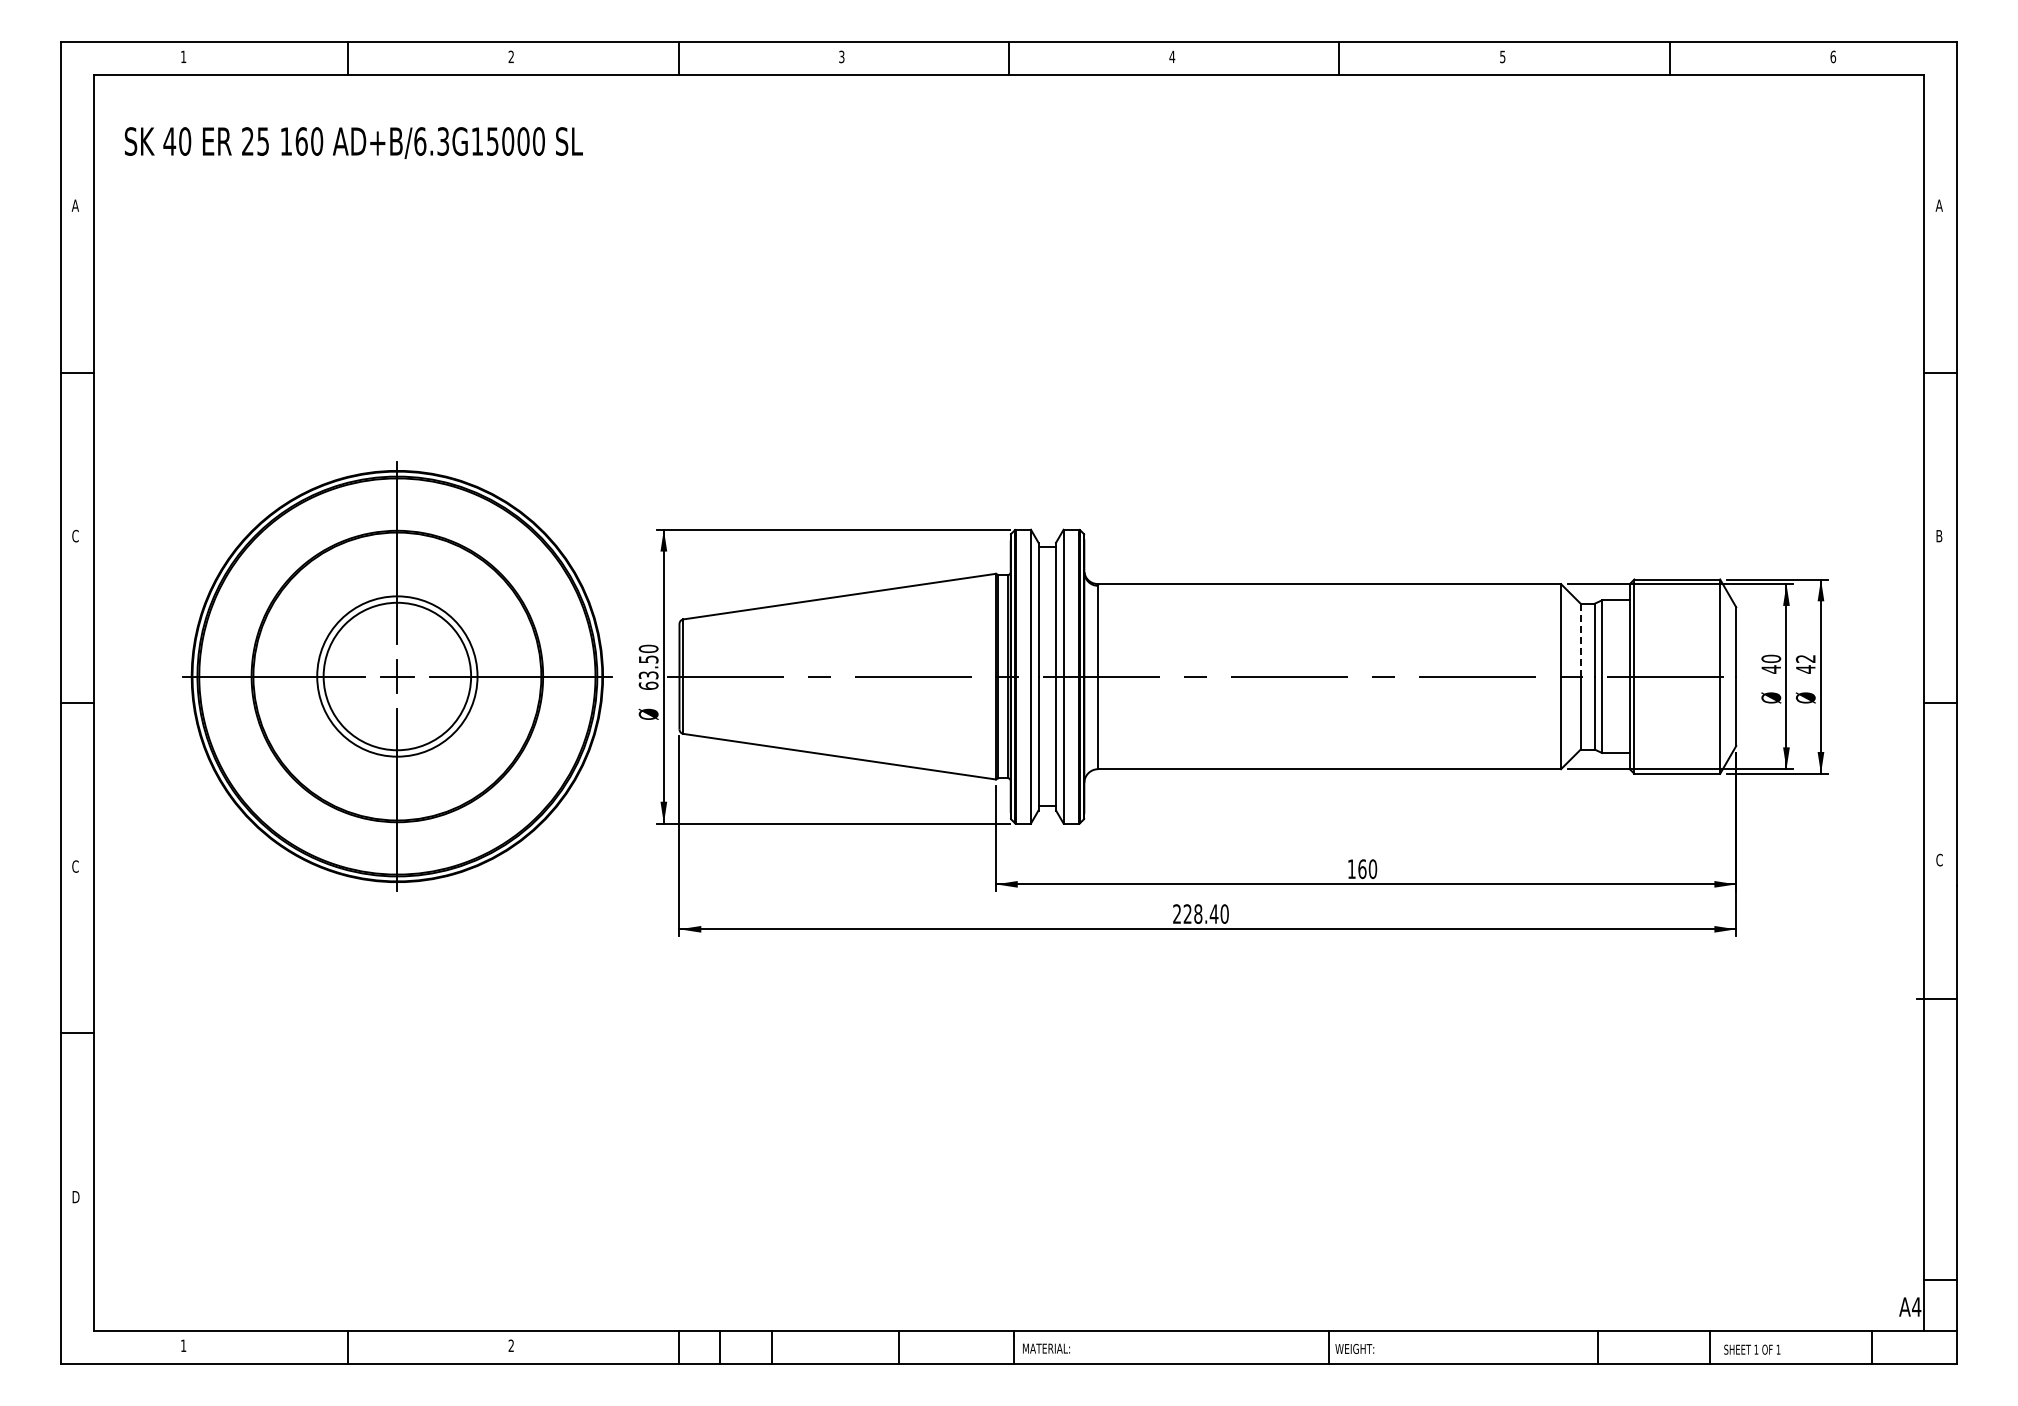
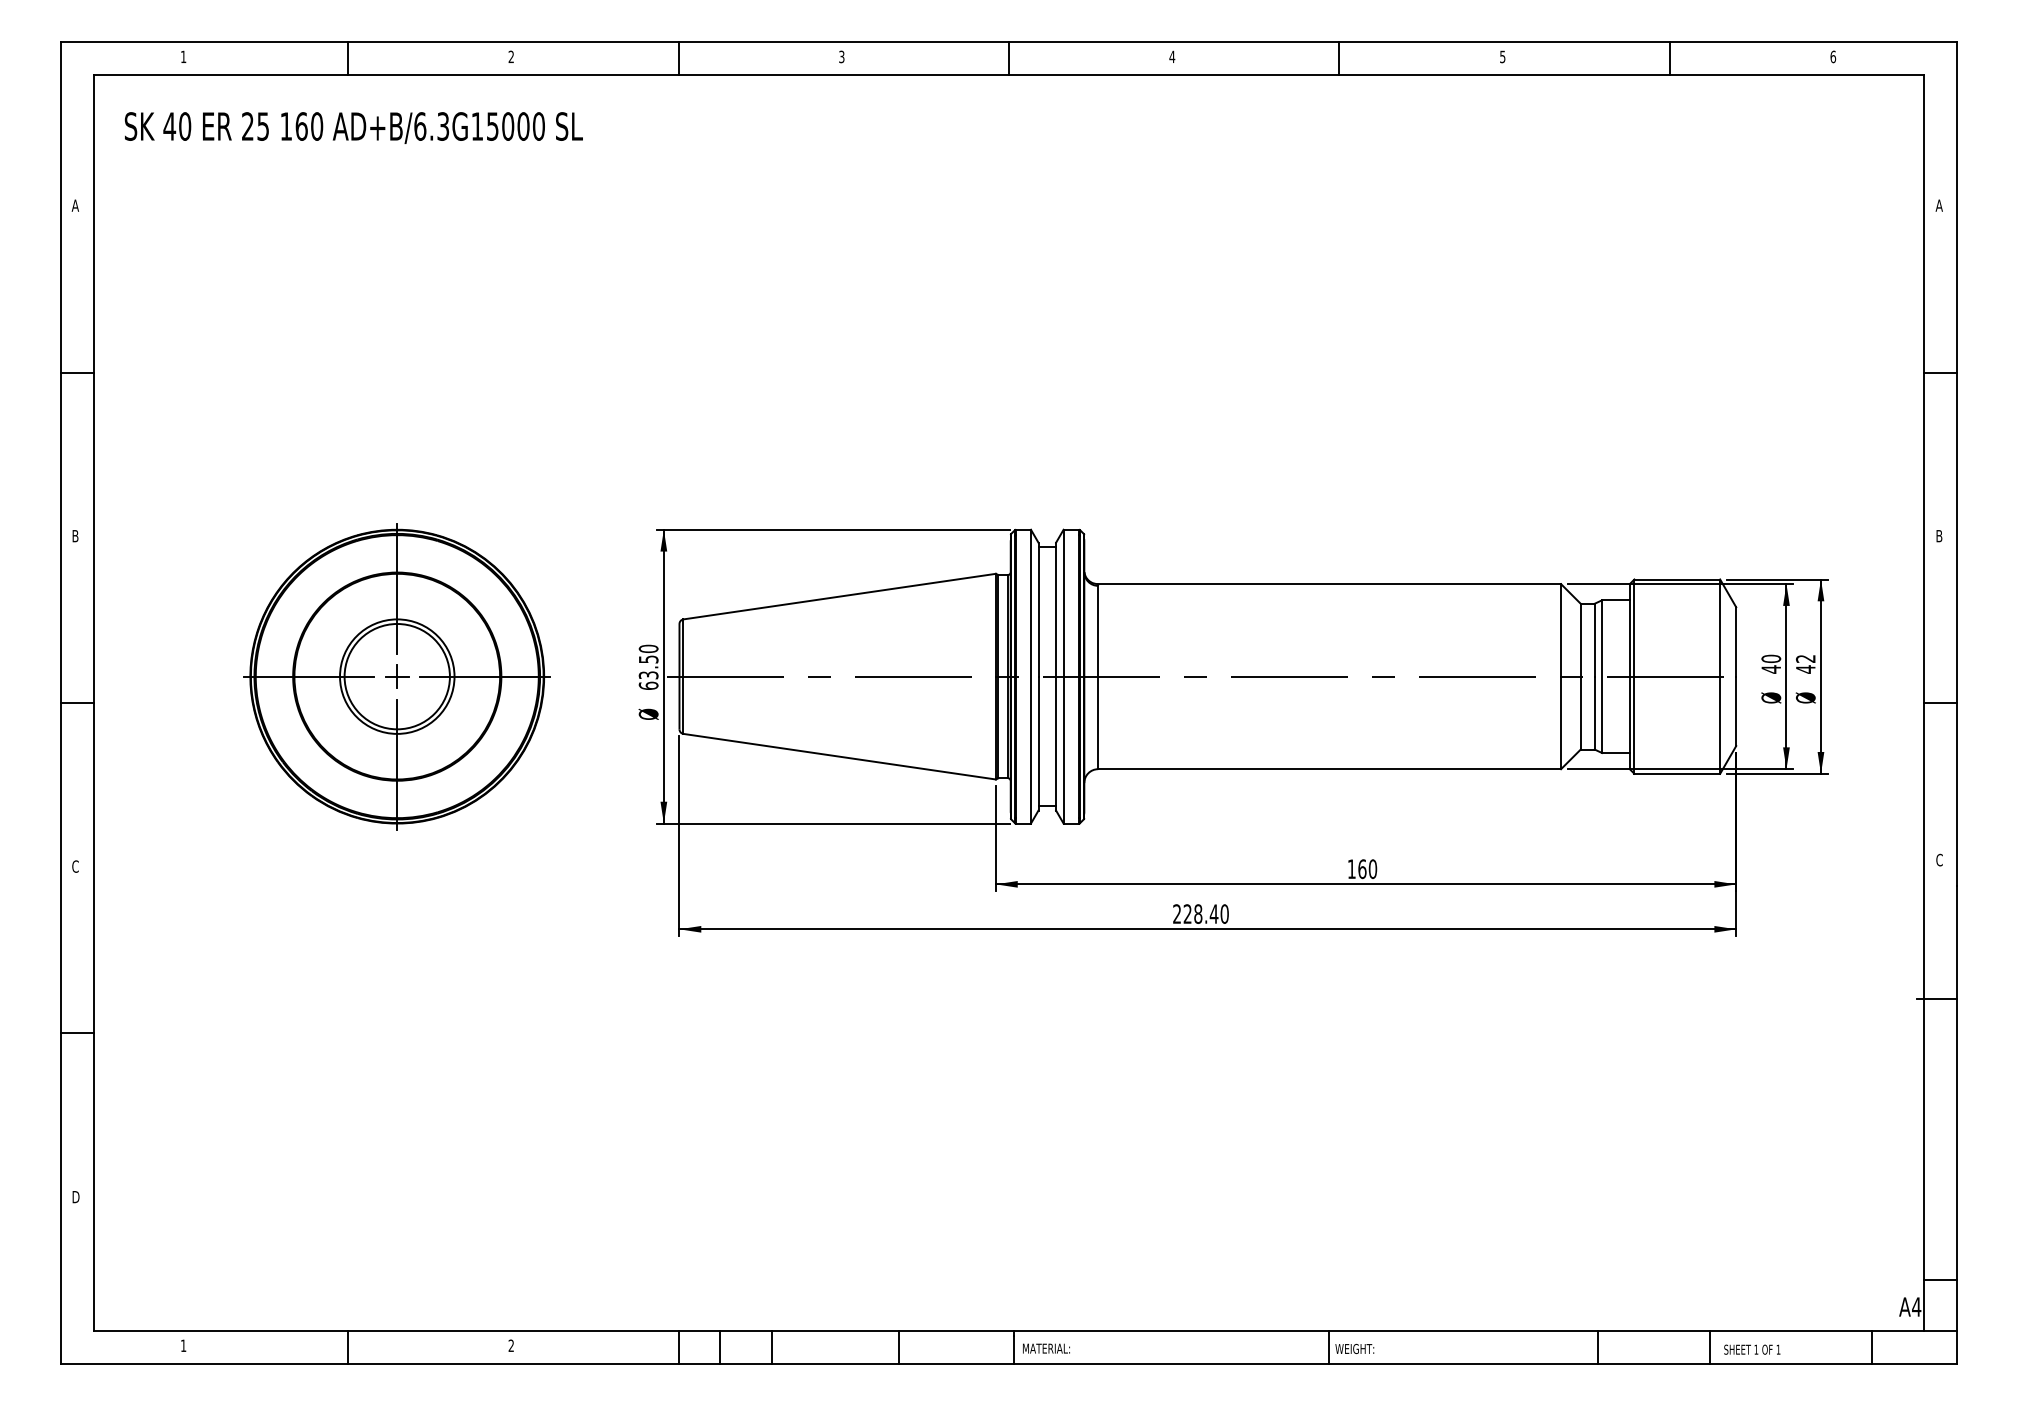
text at (353, 142) position: (353, 142) -> (353, 127)
text at (75, 535): C -> B
line at (1580, 639): dashed -> solid
part at (397, 676) size: 431x431 px -> 308x308 px
